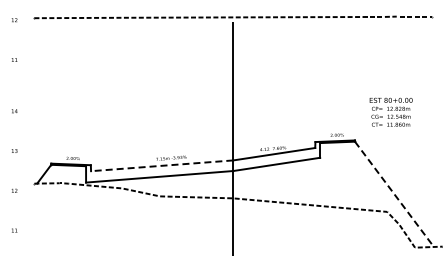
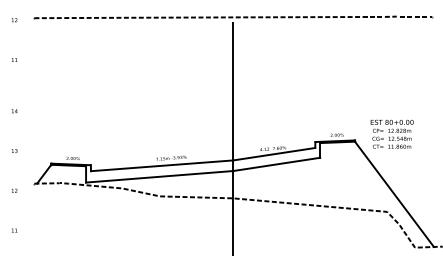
text at (390, 111) position: (390, 111) -> (391, 133)
line at (161, 165): dashed -> solid
line at (394, 194): dashed -> solid
